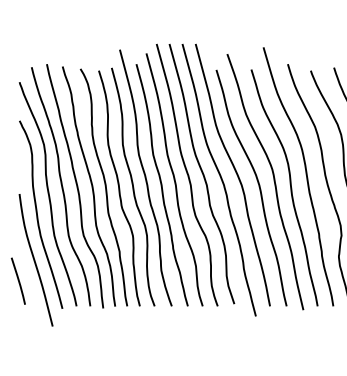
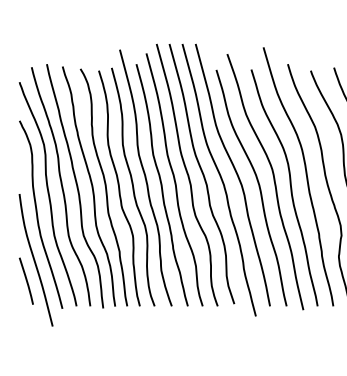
line at (17, 280) position: (17, 280) -> (25, 280)
